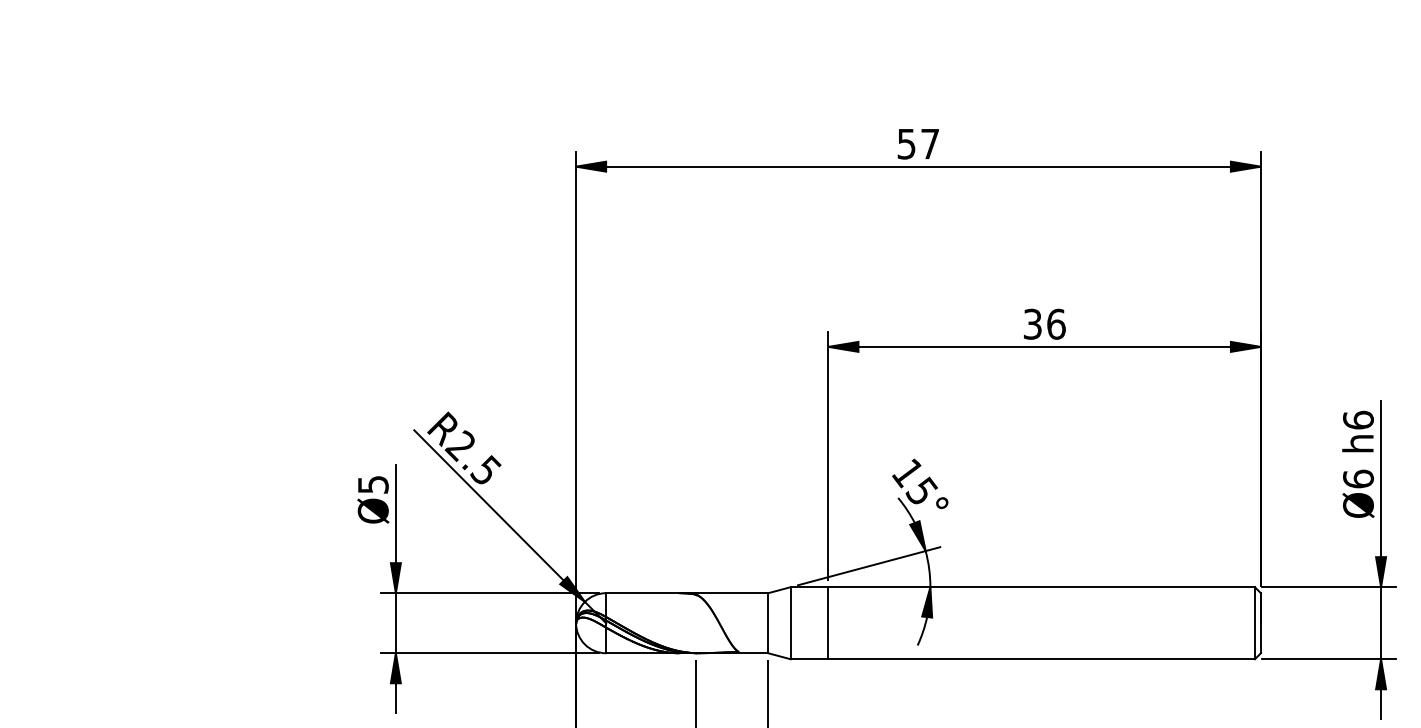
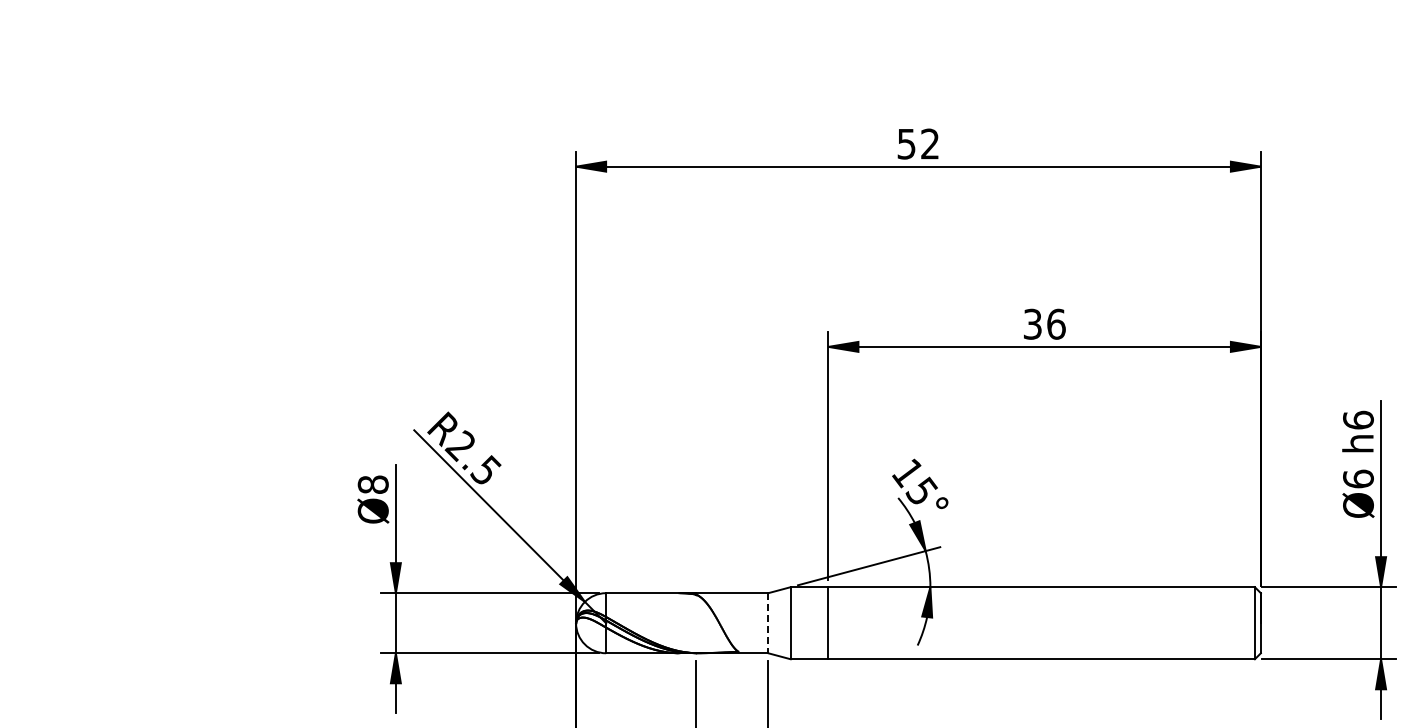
text at (929, 143): 57 -> 52
text at (372, 484): Ø5 -> Ø8
line at (768, 623): solid -> dashed
